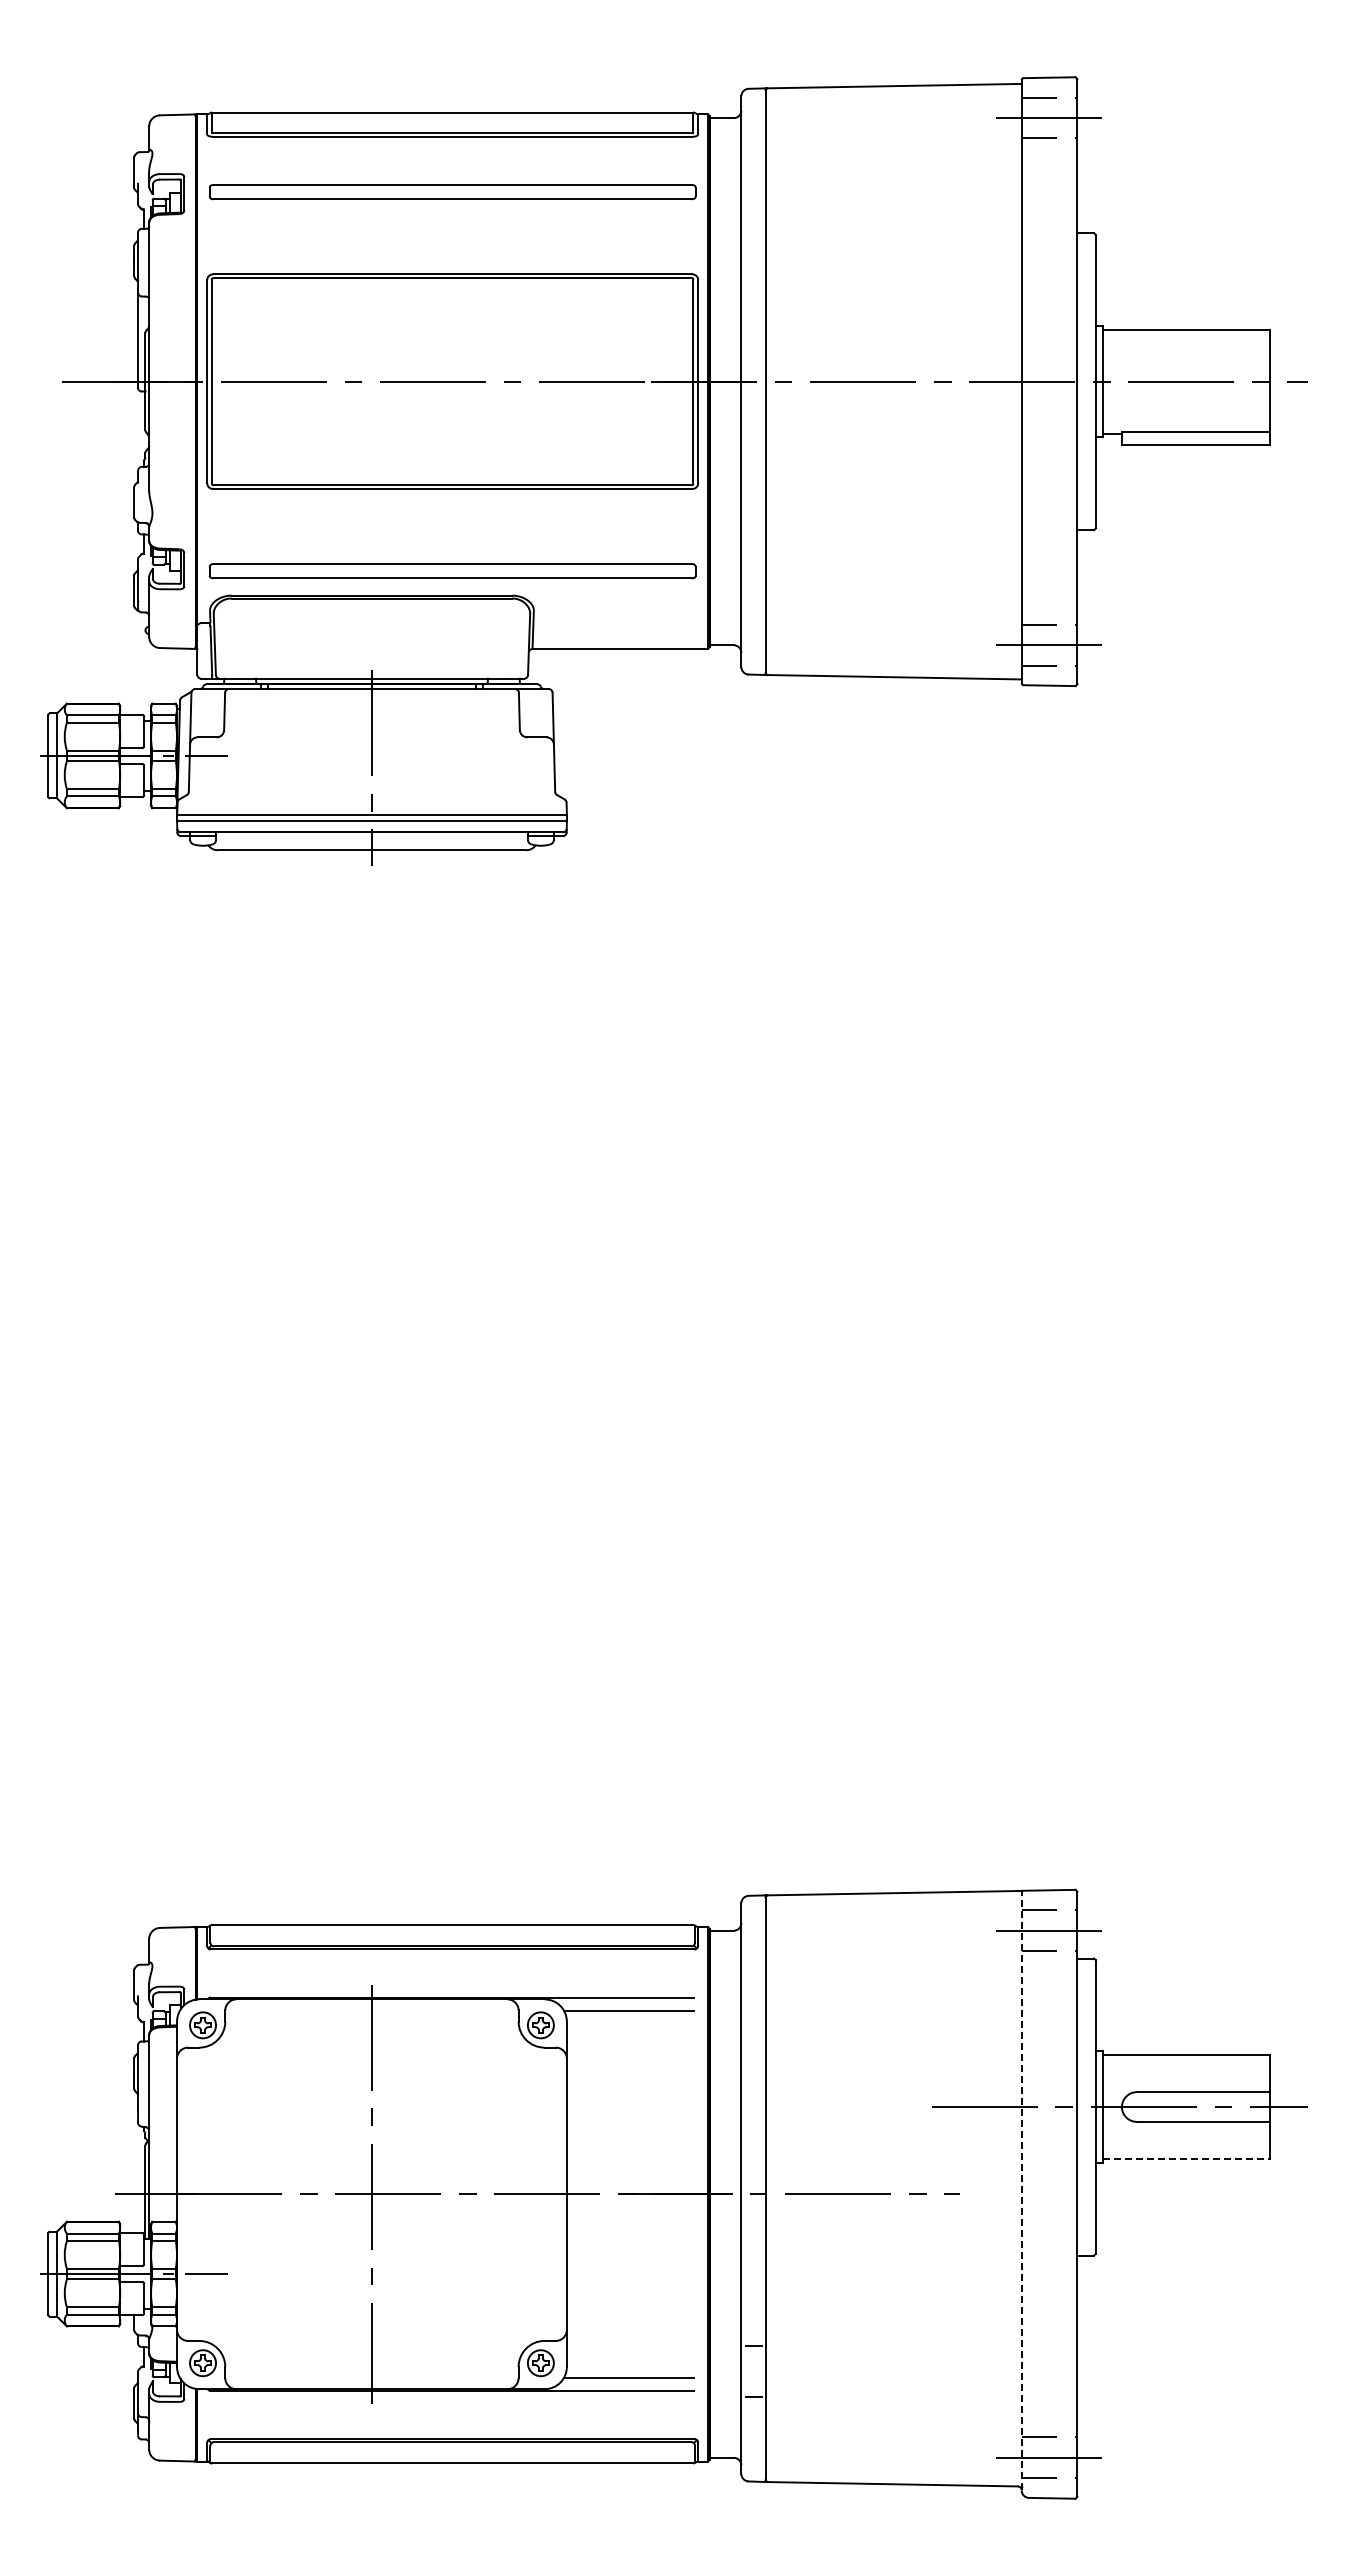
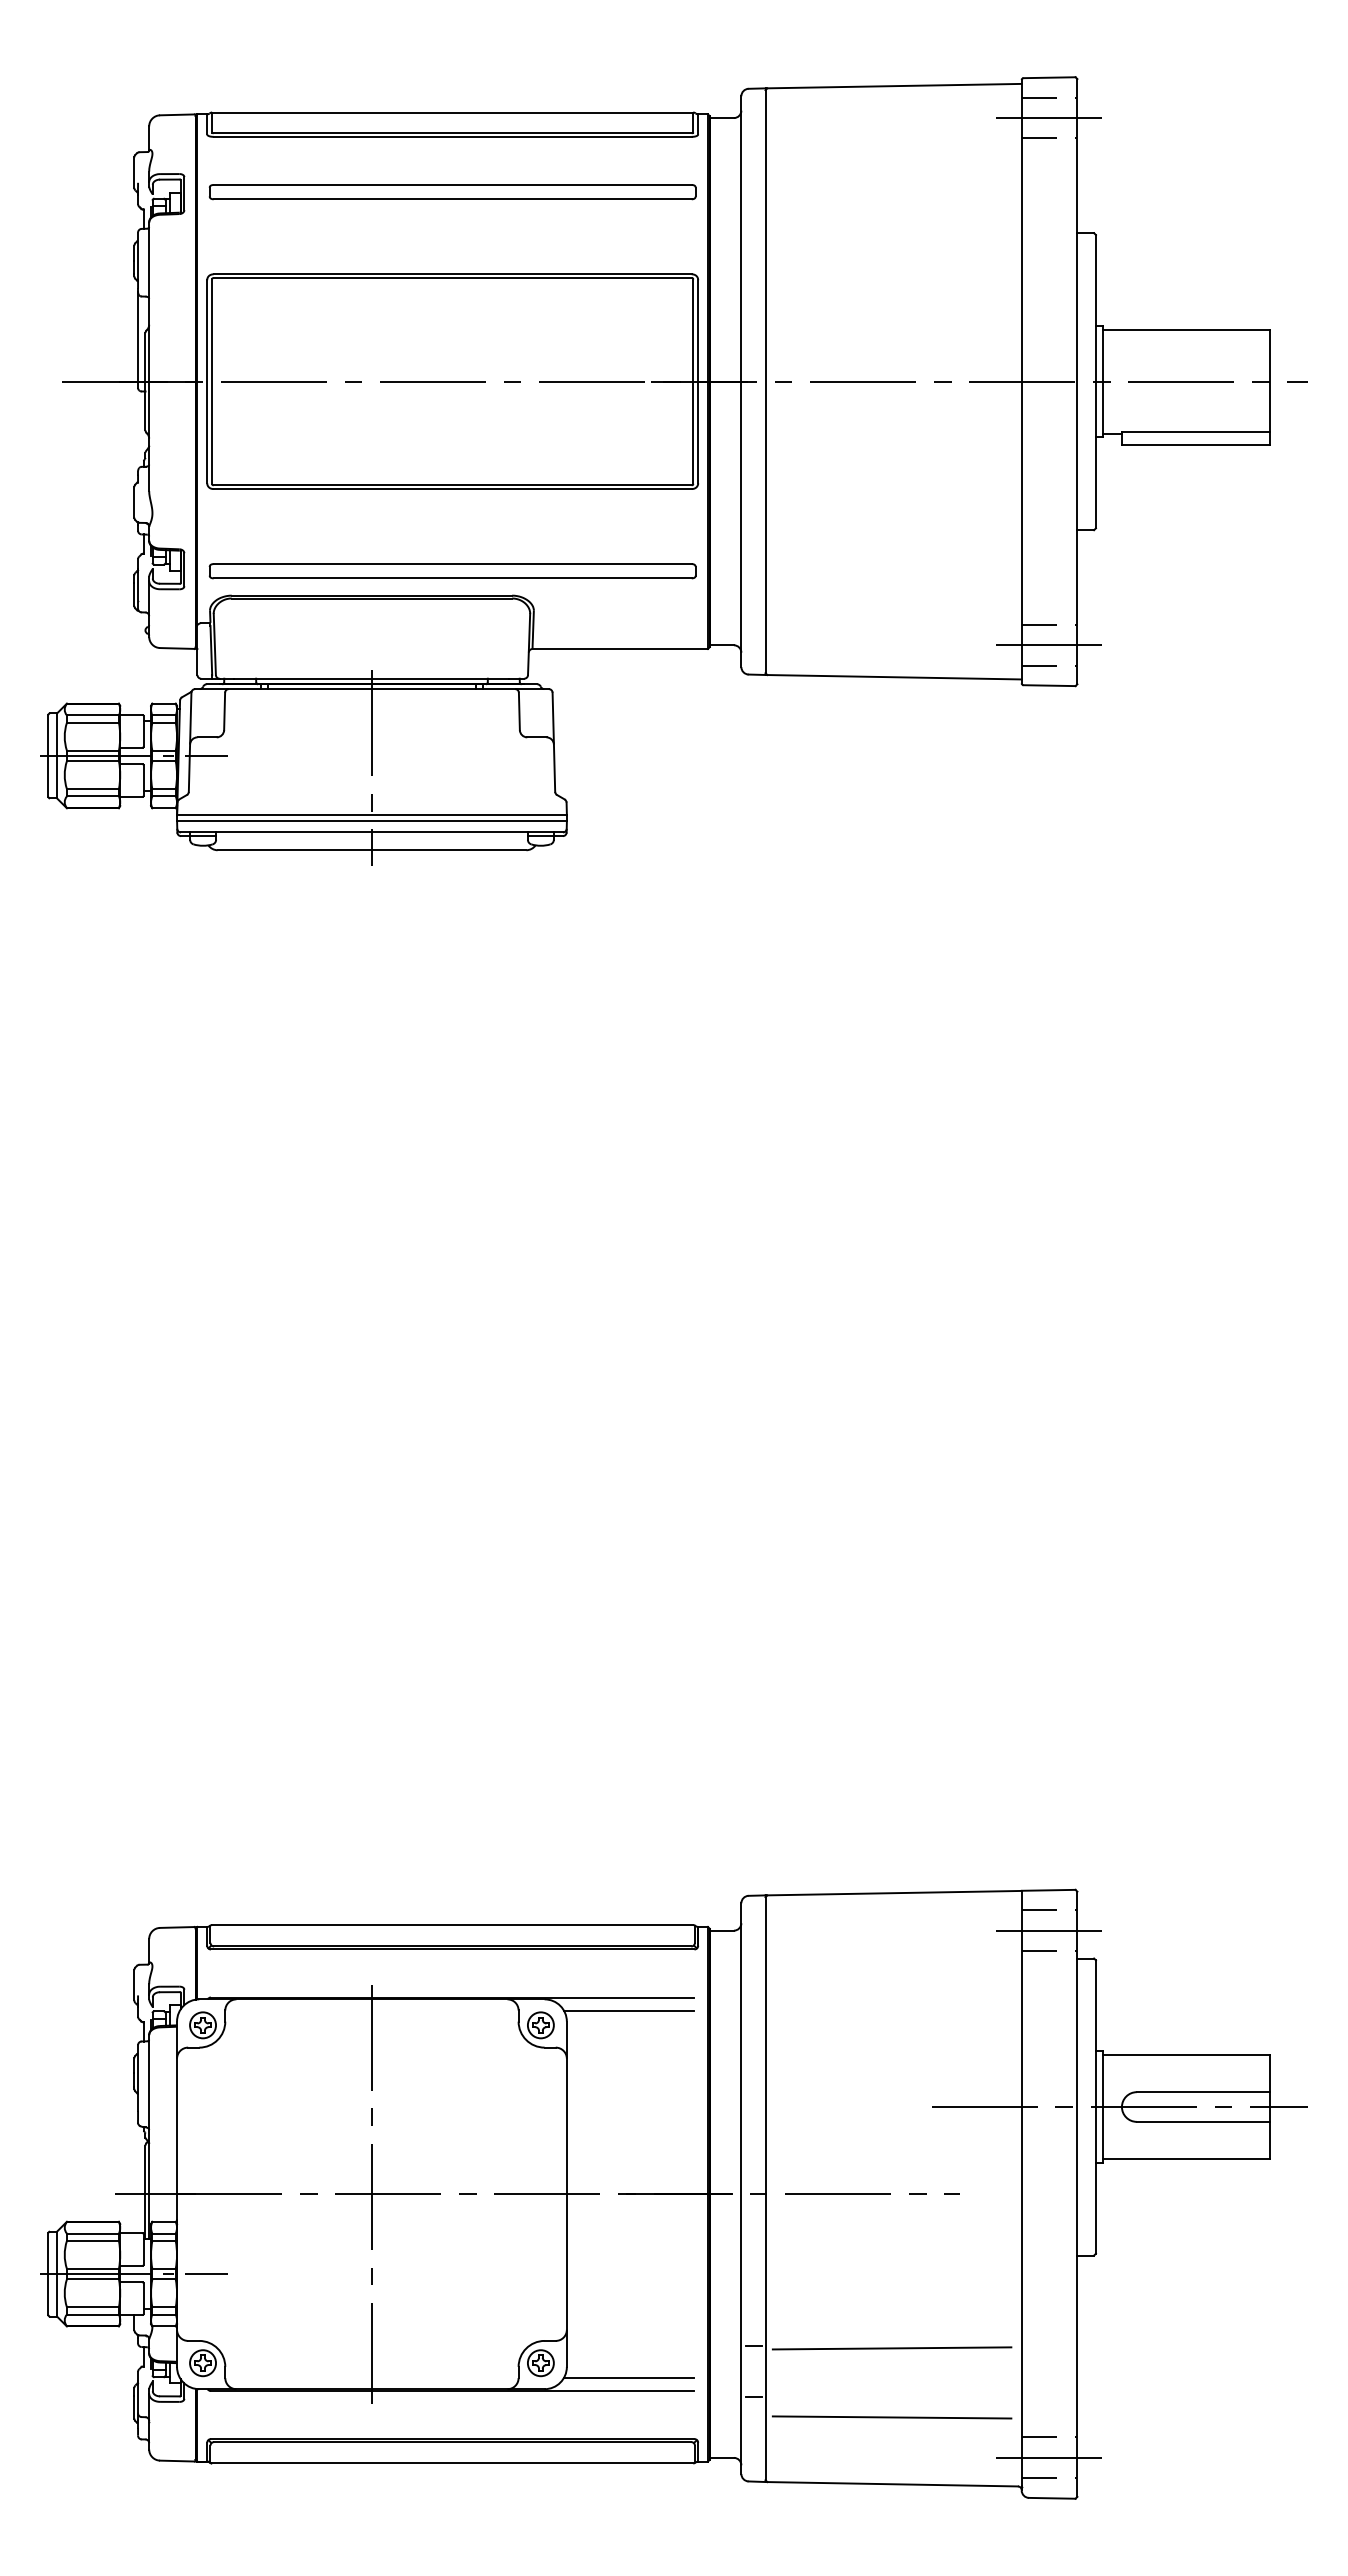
line at (1186, 2159): dashed -> solid
line at (1021, 2190): dashed -> solid
line at (891, 2348): none -> present
line at (891, 2417): none -> present
